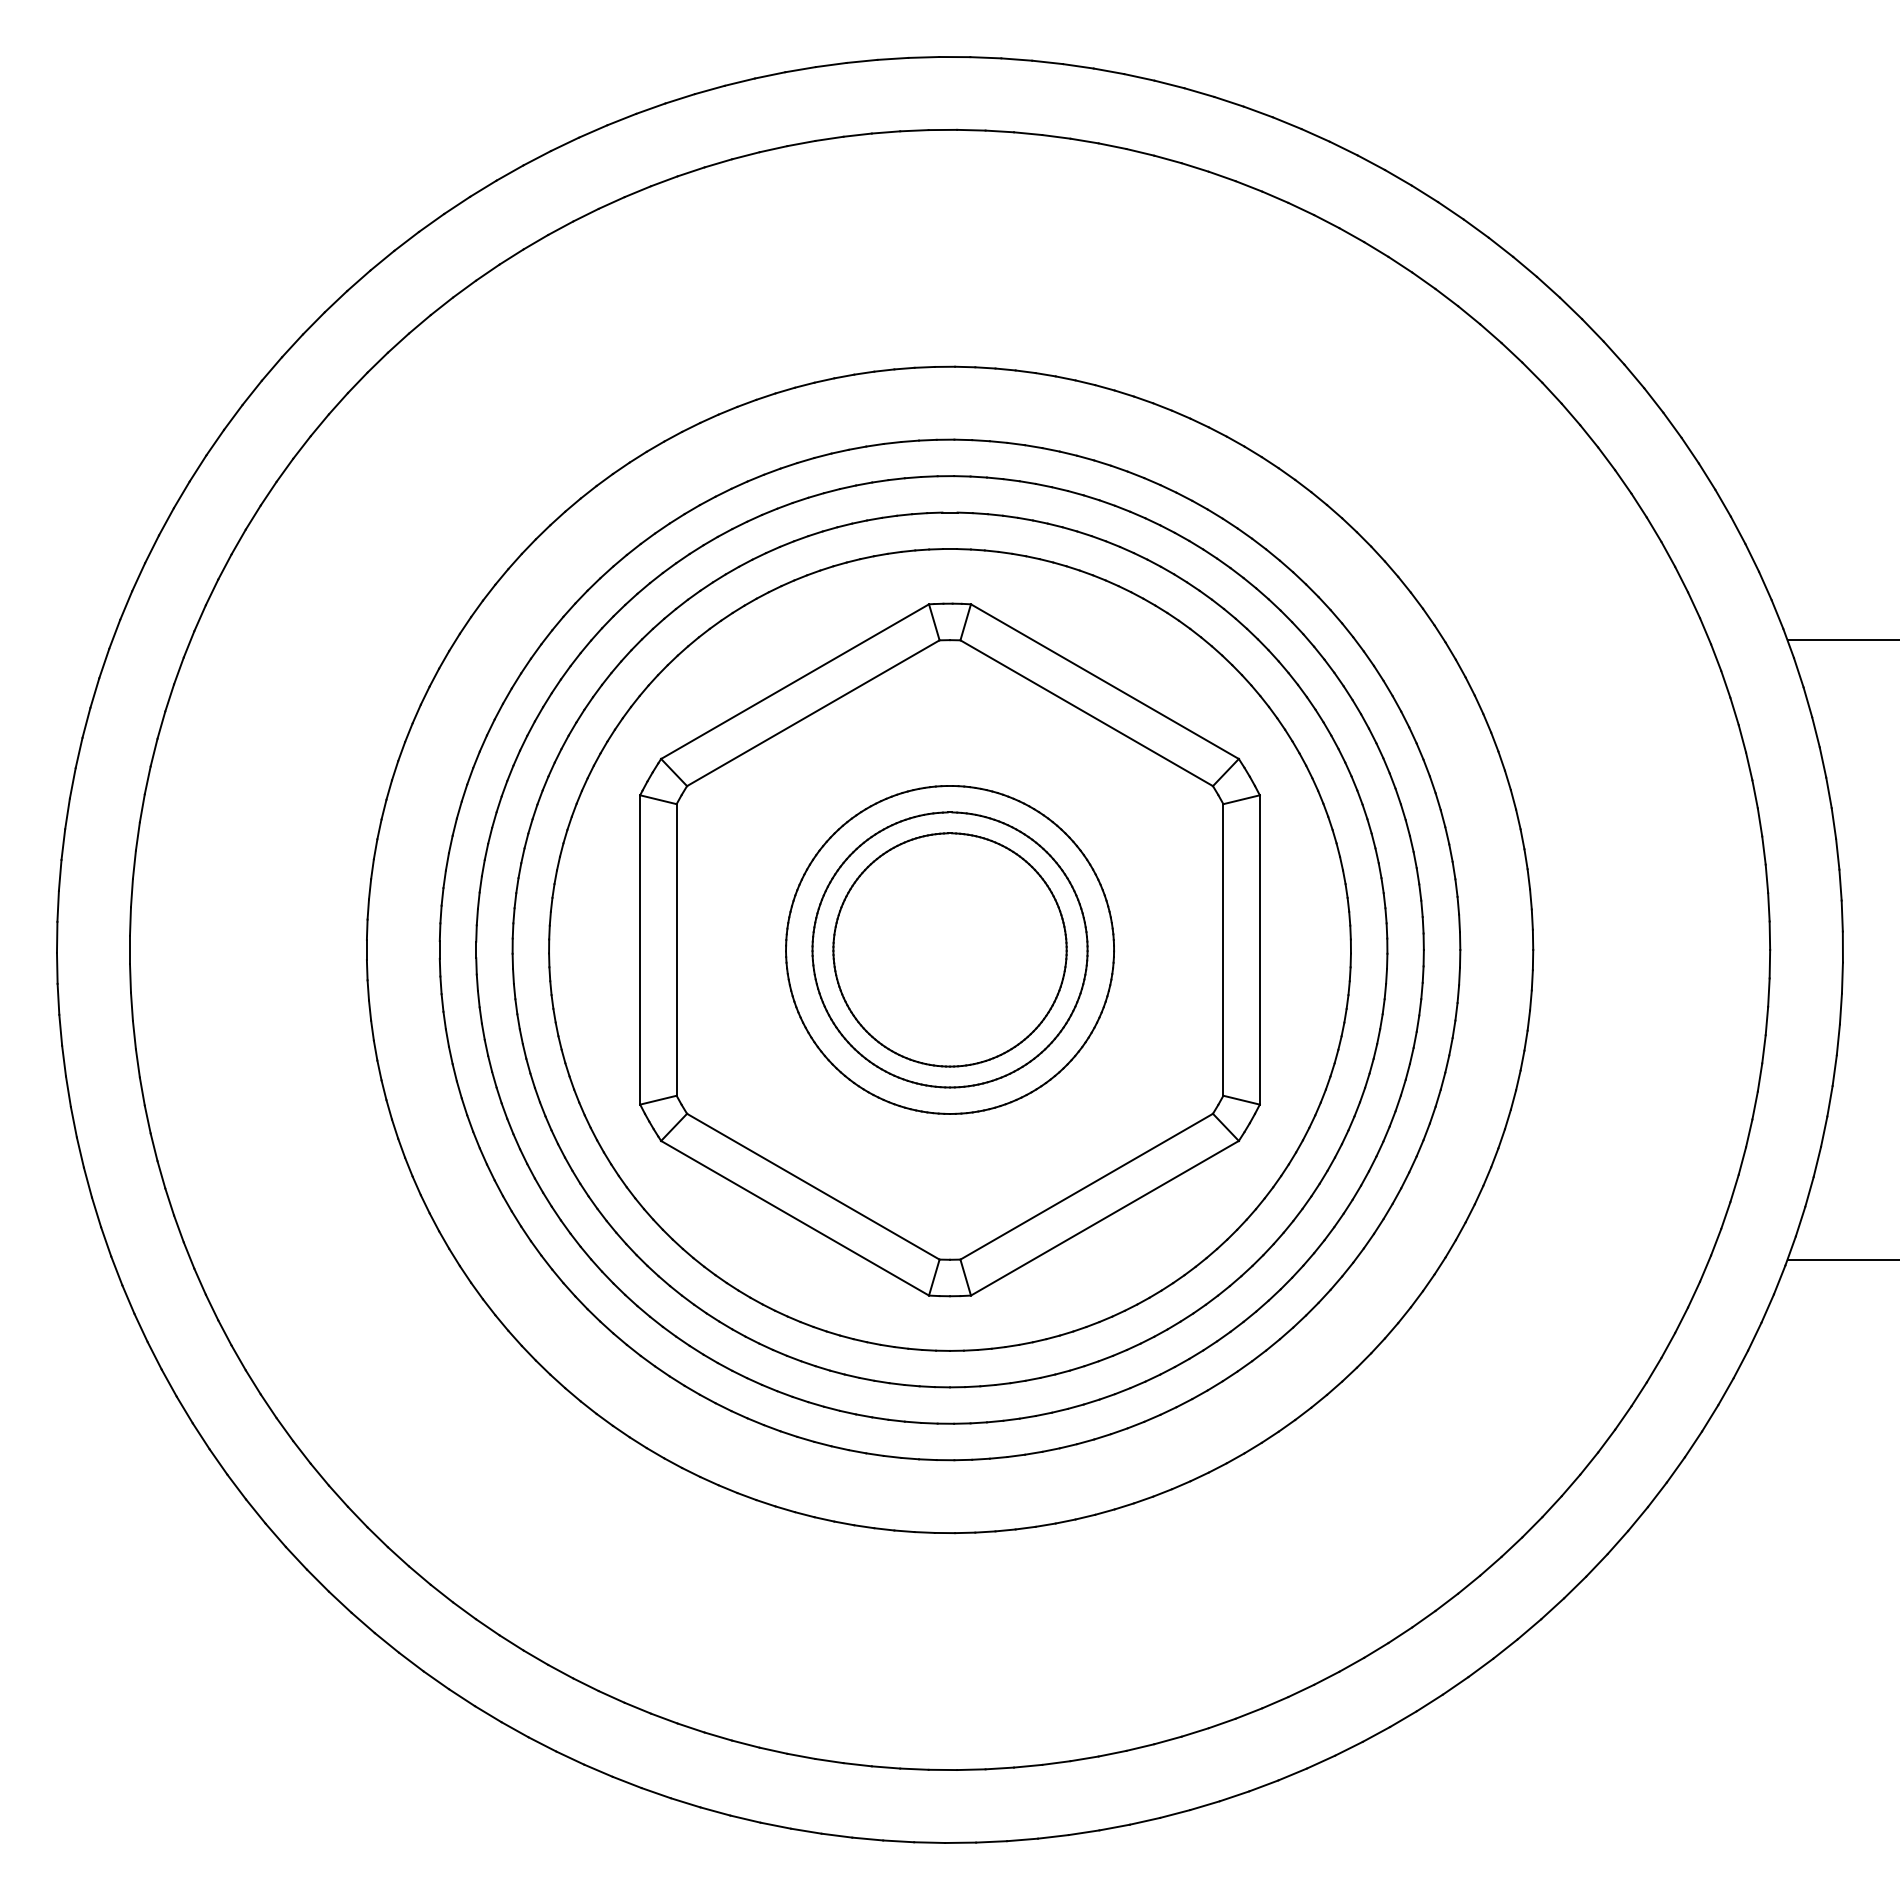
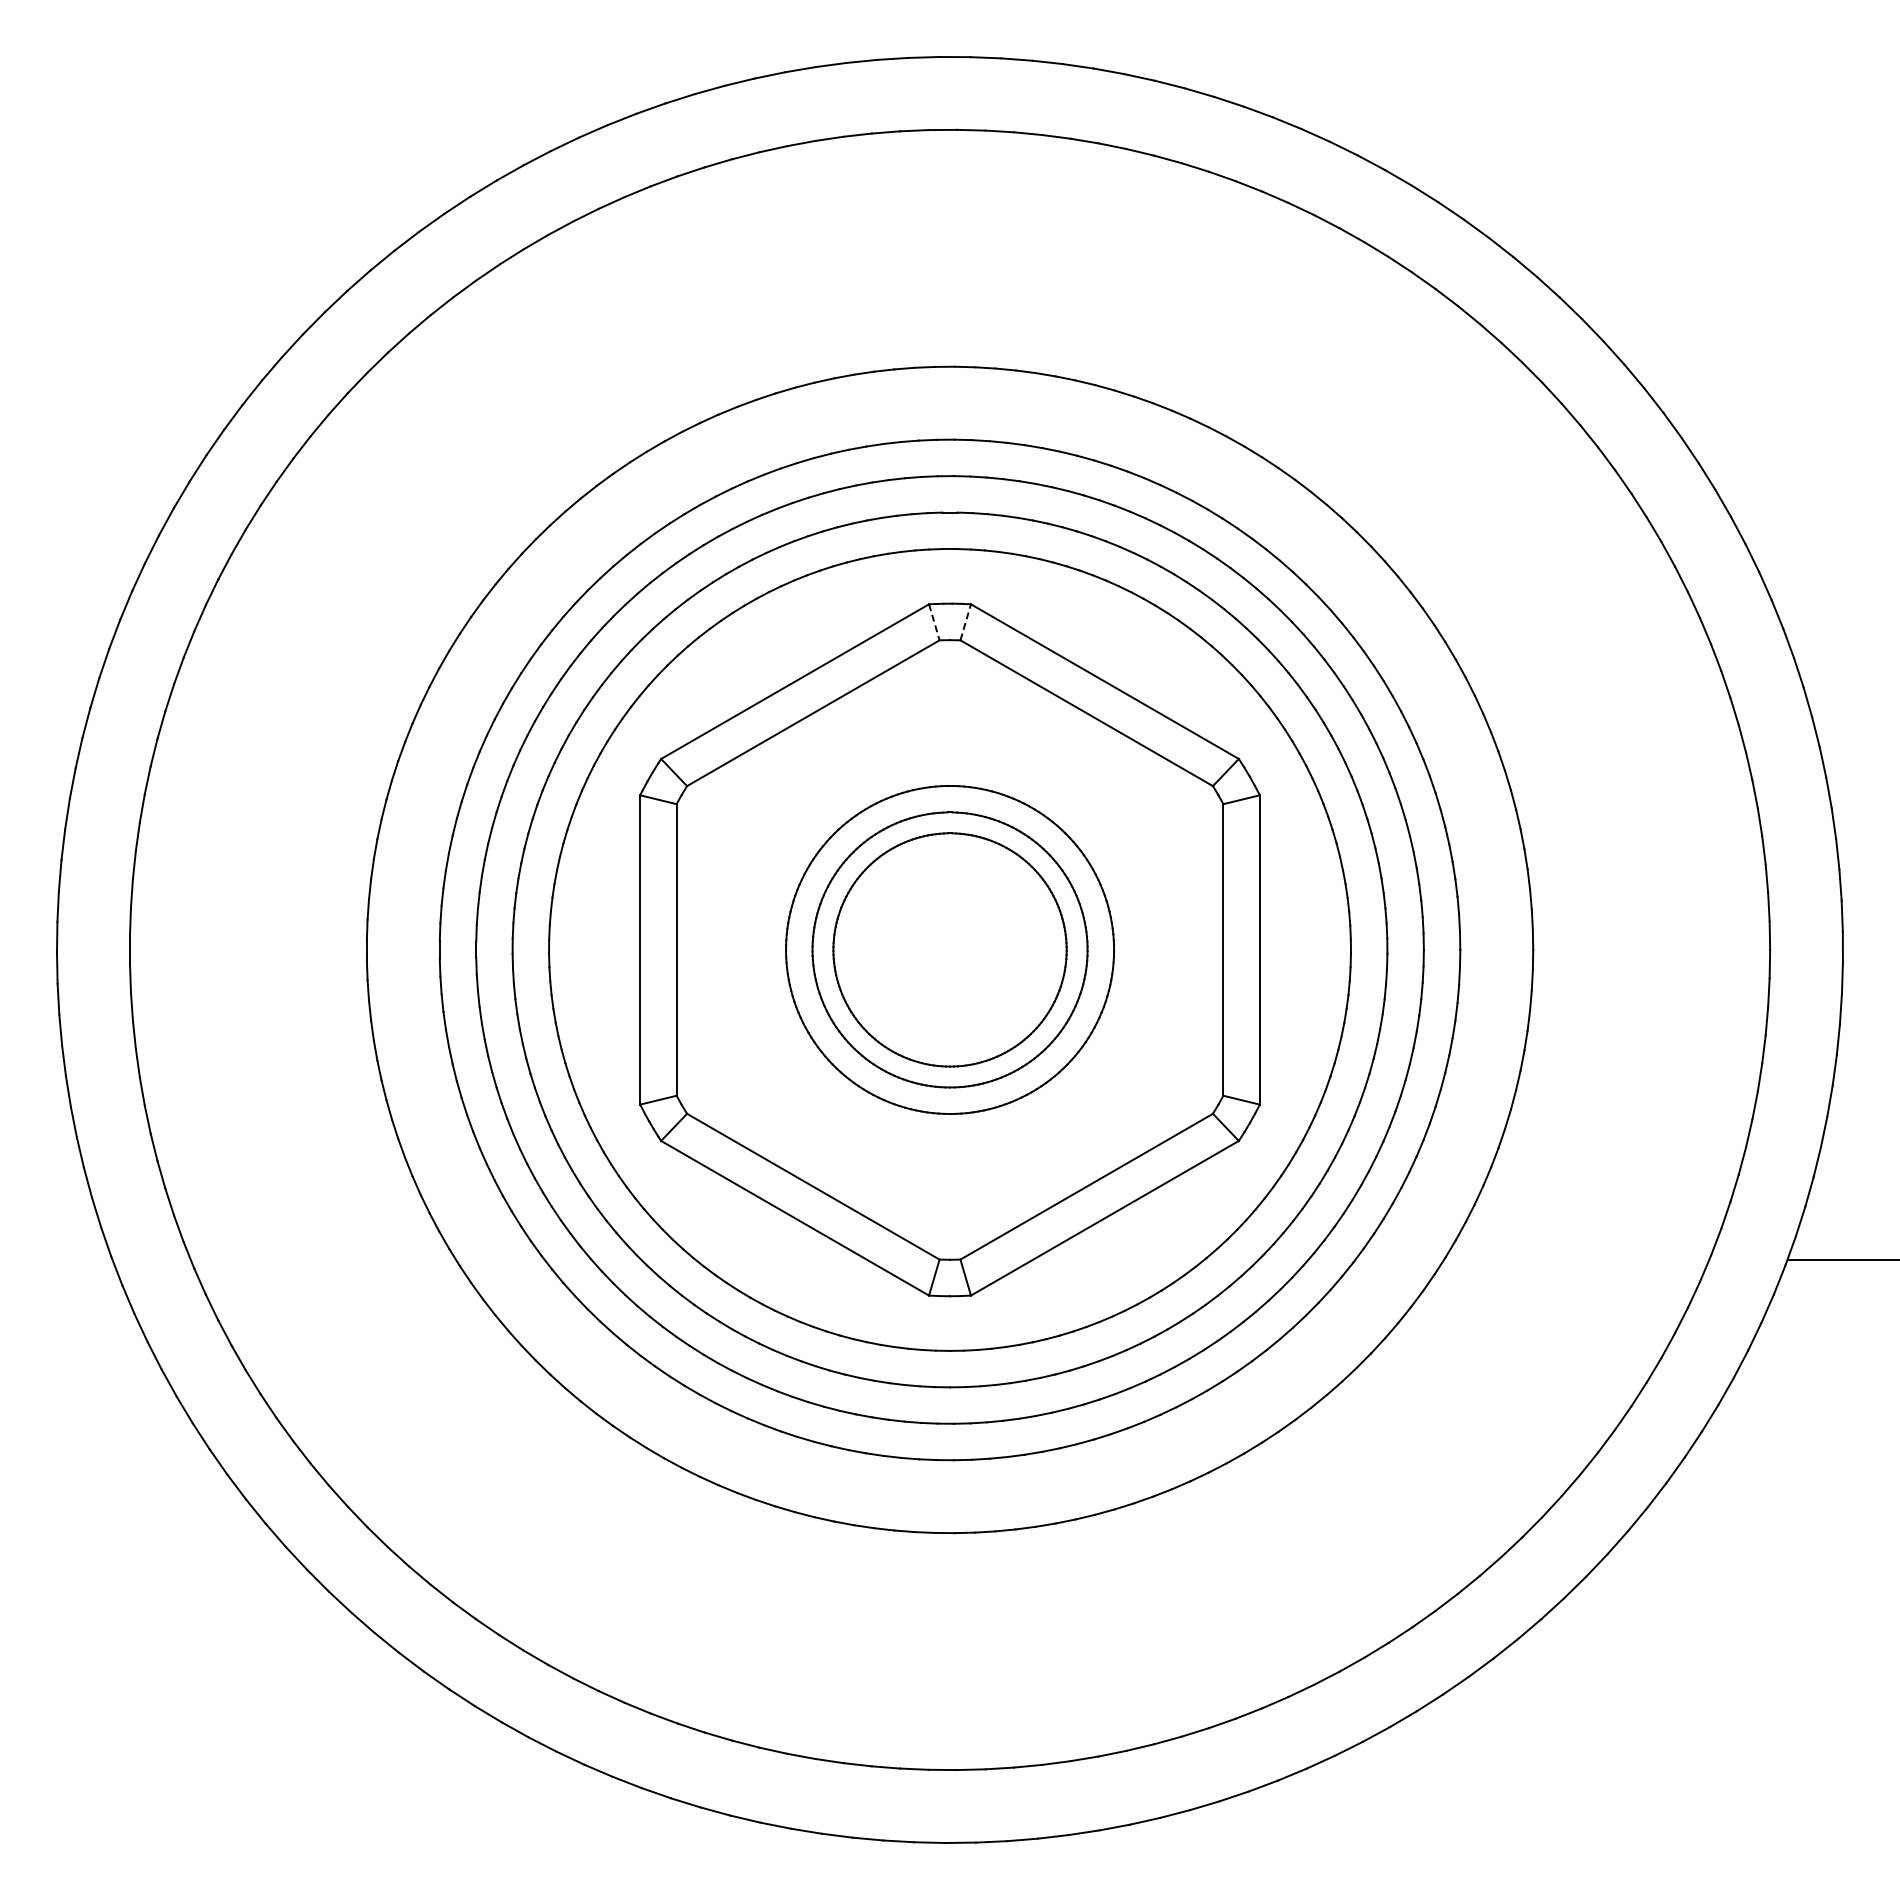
line at (934, 622): solid -> dashed
line at (965, 622): solid -> dashed
line at (1841, 640): present -> none
